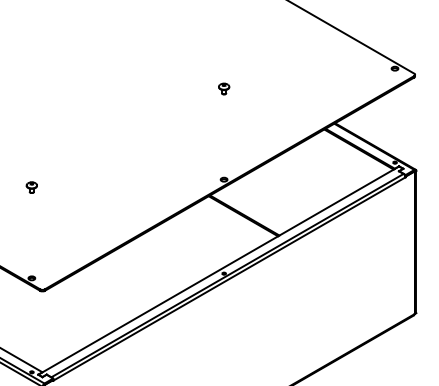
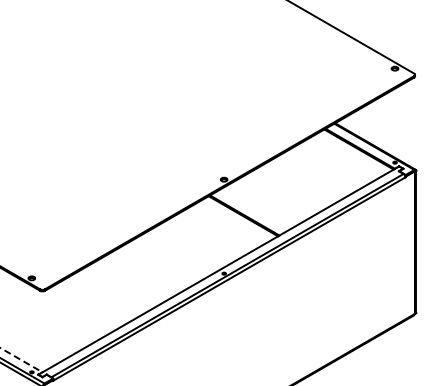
part at (224, 88): present -> none
part at (31, 187): present -> none
line at (21, 360): solid -> dashed
